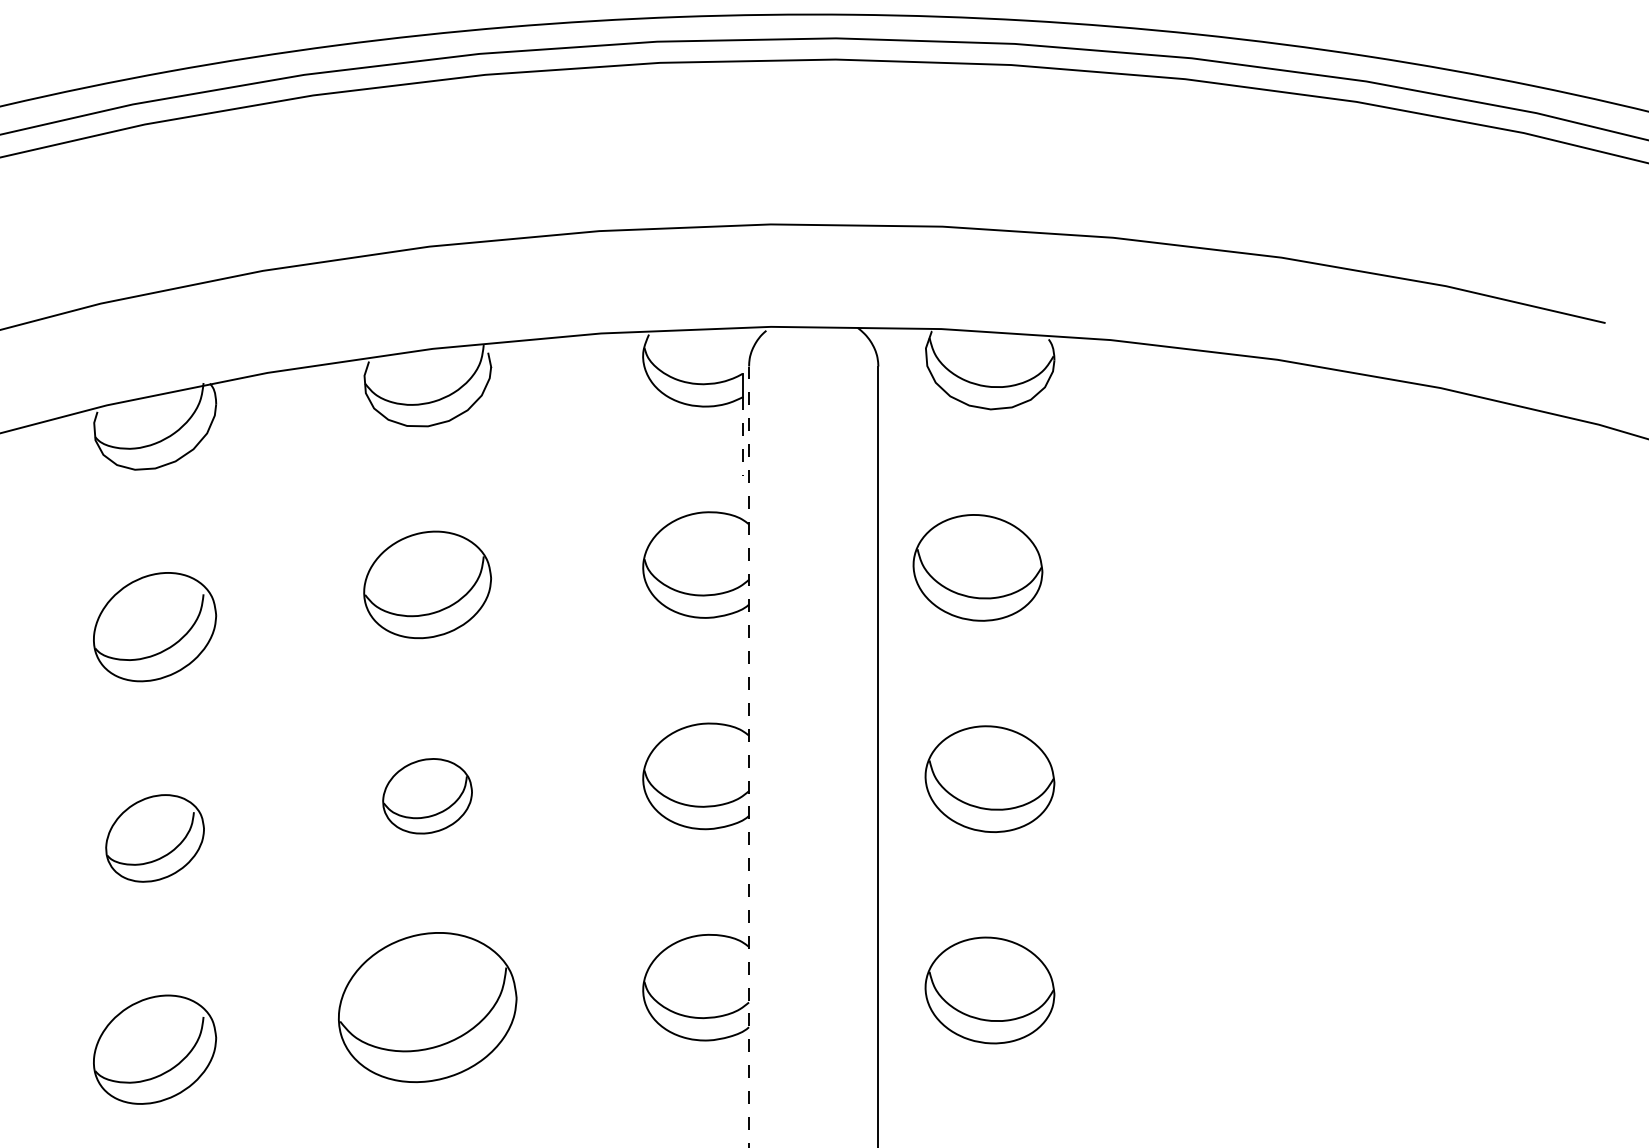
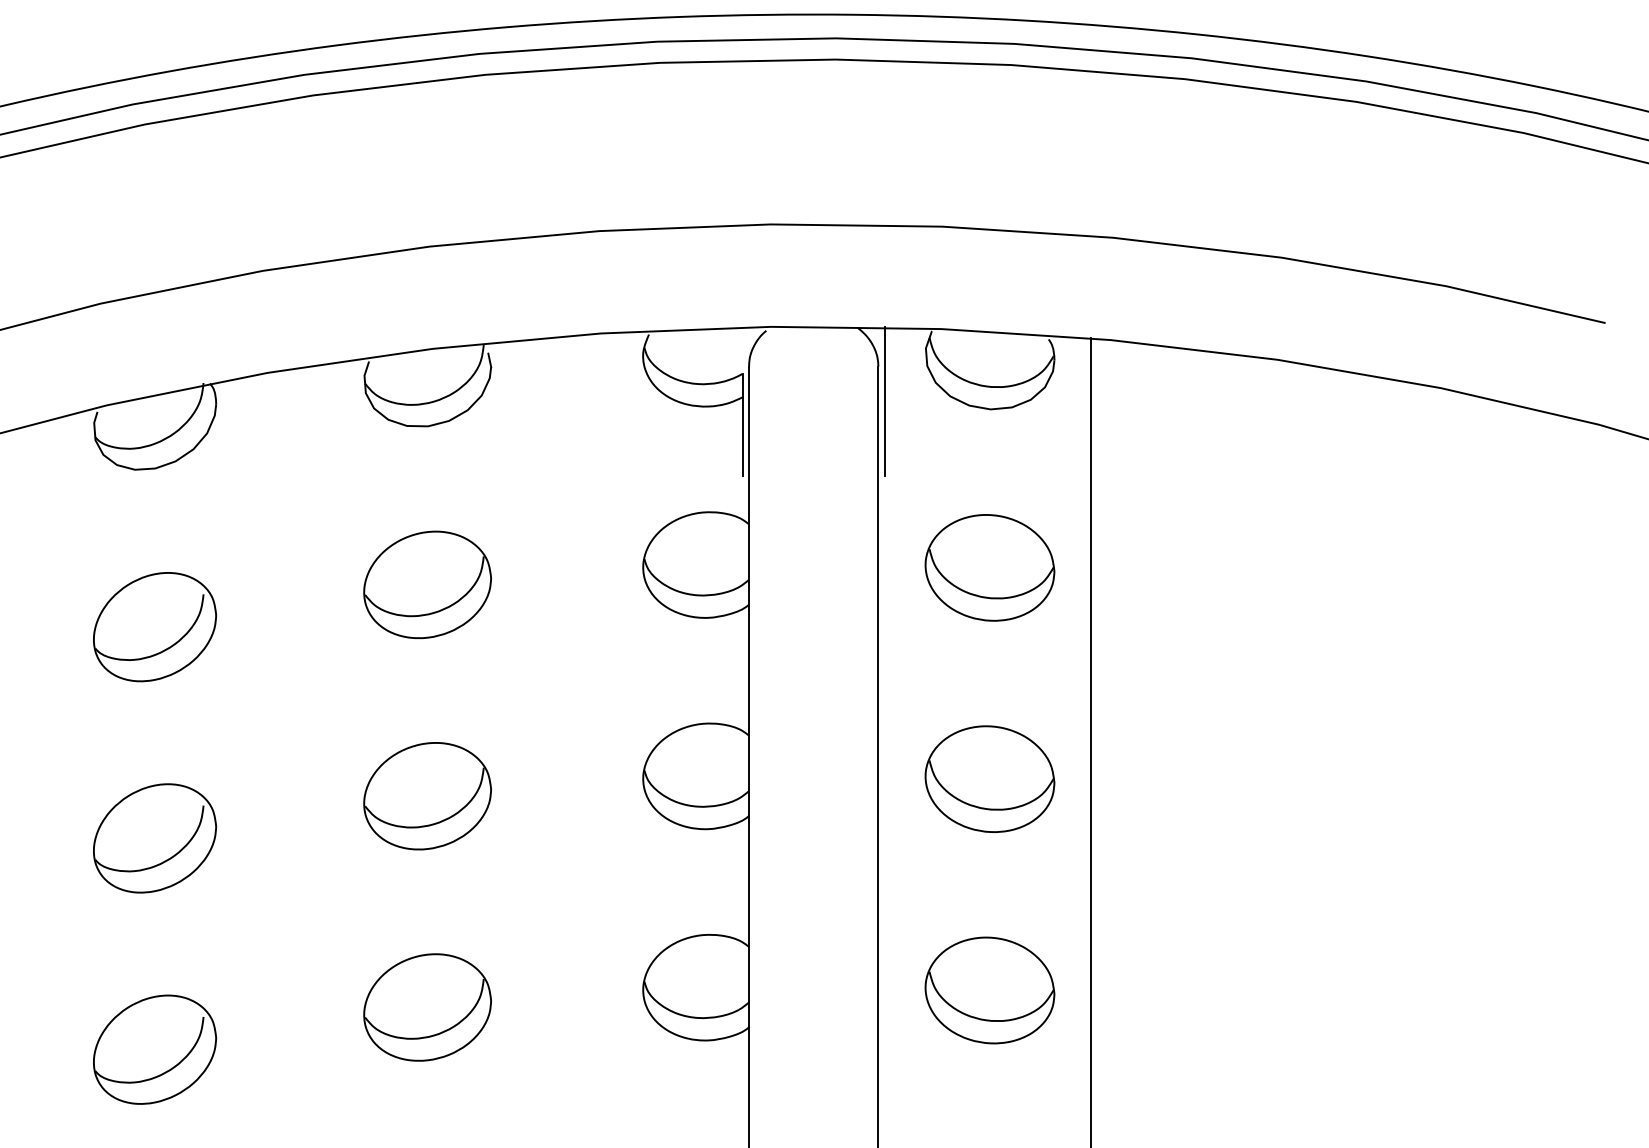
line at (884, 401): none -> present
line at (742, 437): dashed -> solid
part at (977, 567) position: (977, 567) -> (989, 567)
line at (1090, 741): none -> present
line at (749, 757): dashed -> solid
part at (427, 796) size: 91x77 px -> 129x109 px
part at (154, 838) size: 100x89 px -> 125x111 px
part at (427, 1007) size: 180x152 px -> 129x109 px
